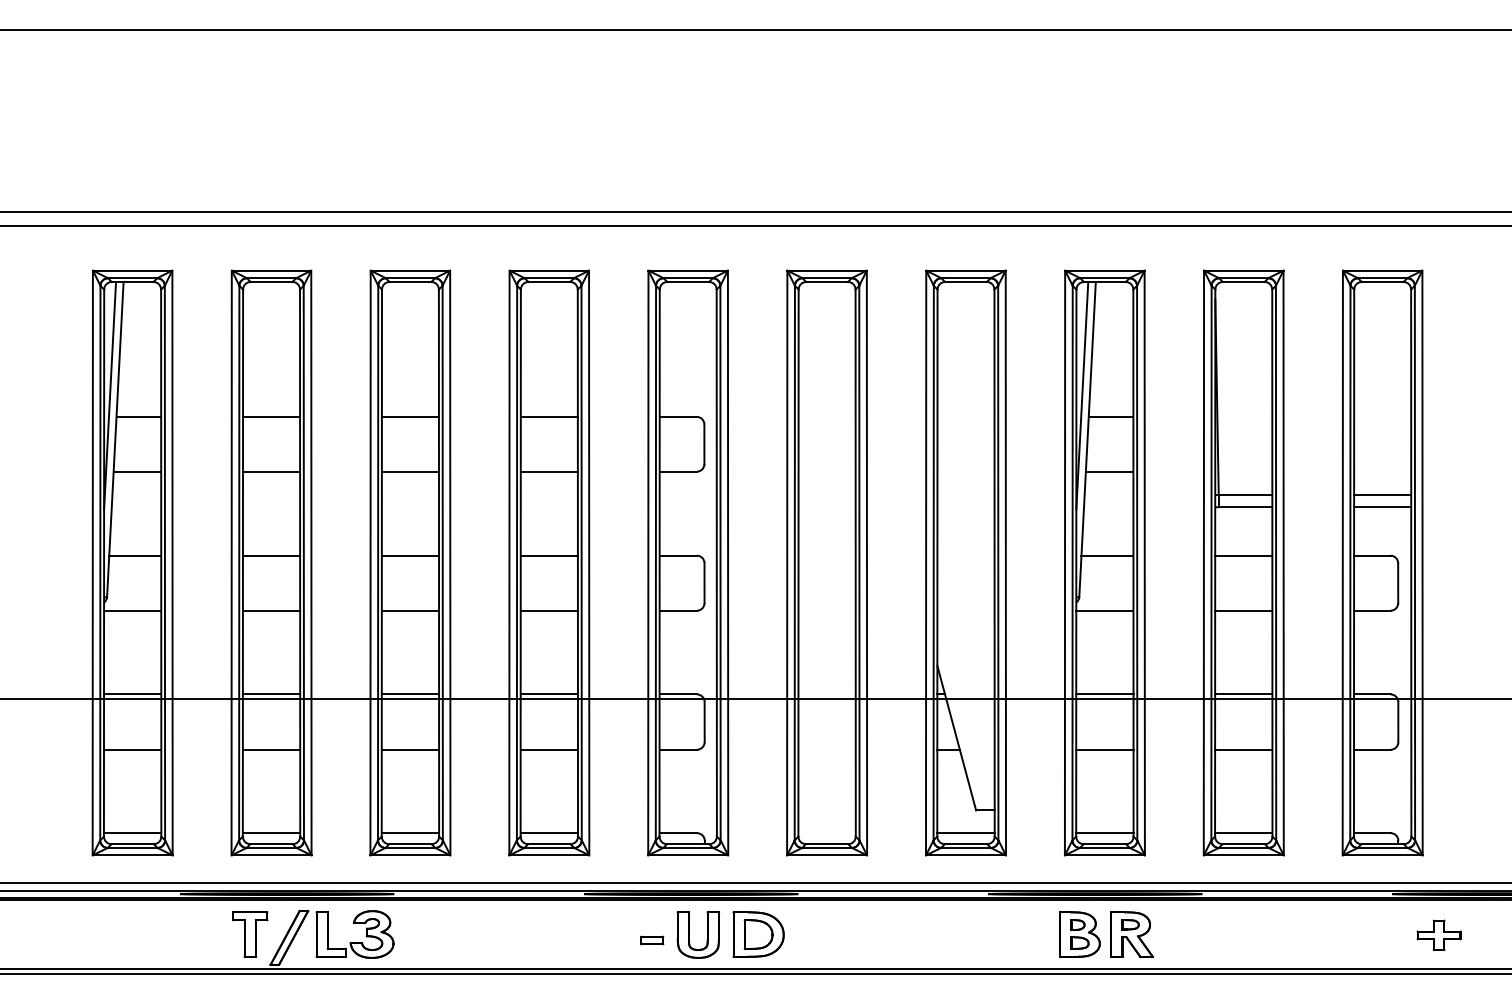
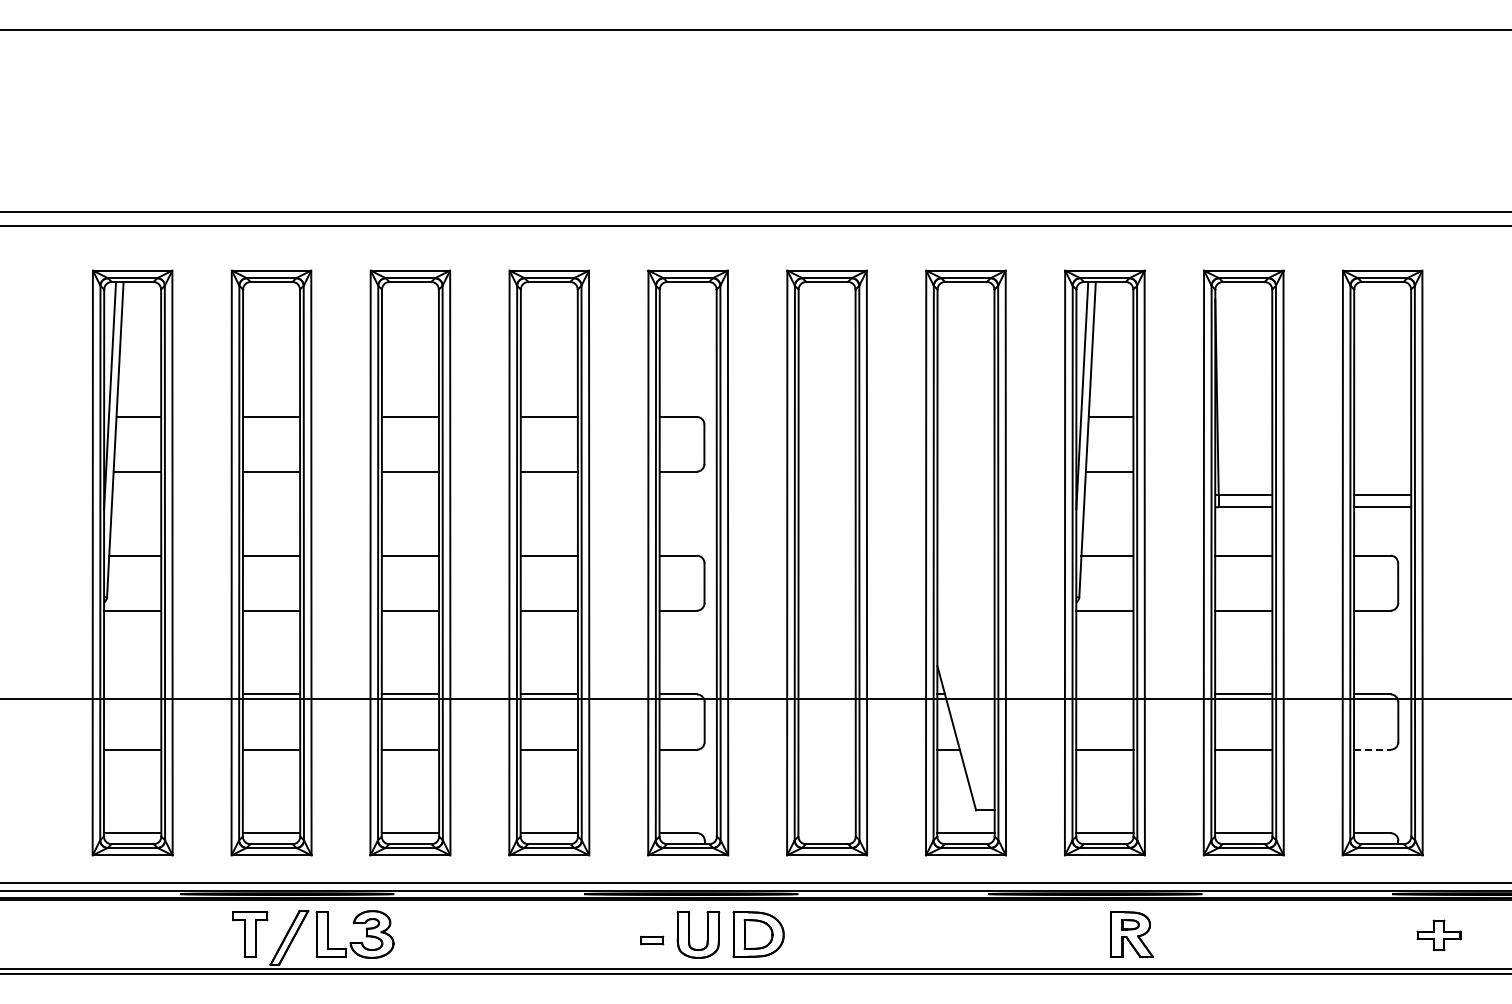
line at (132, 694): present -> none
line at (1104, 694): present -> none
line at (1372, 749): solid -> dashed
part at (1079, 934): present -> none
